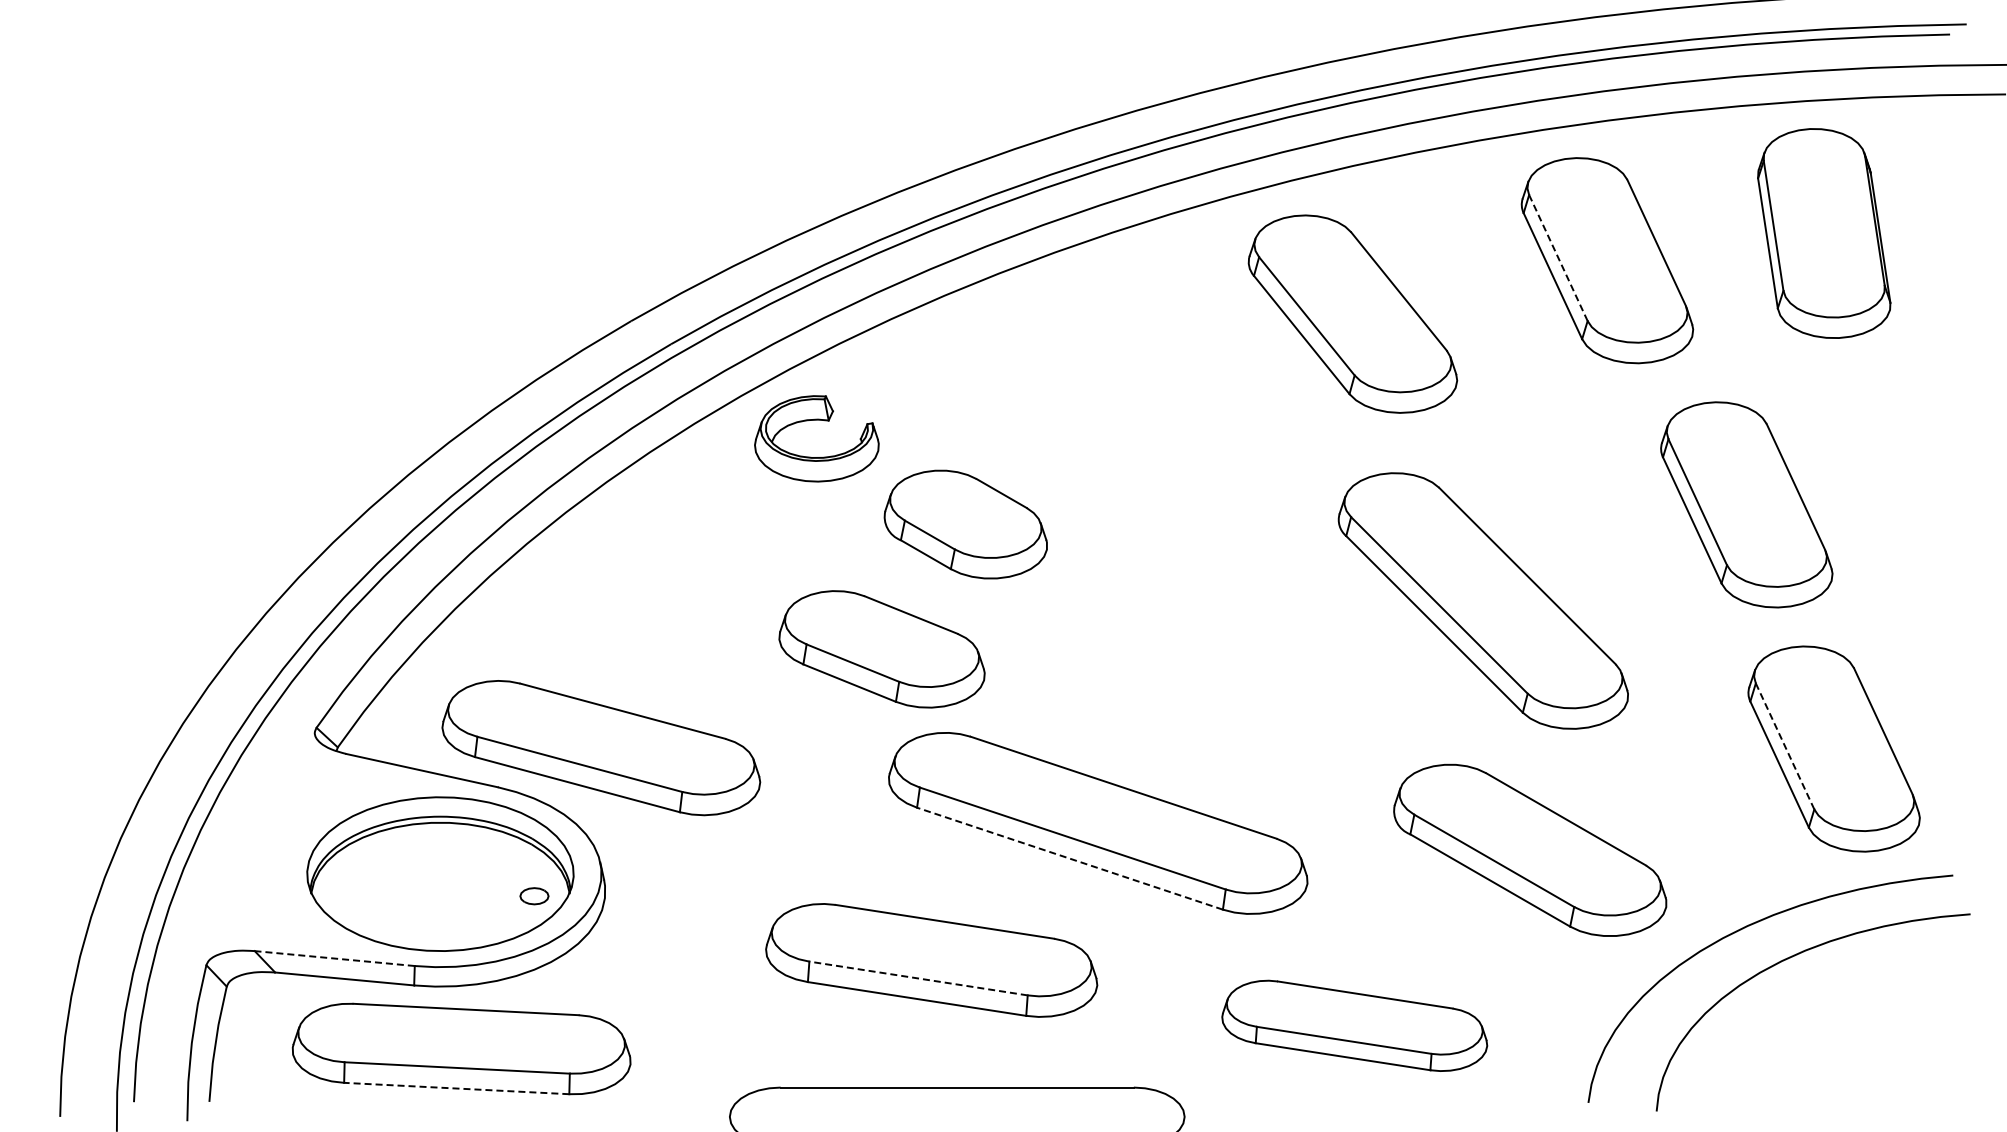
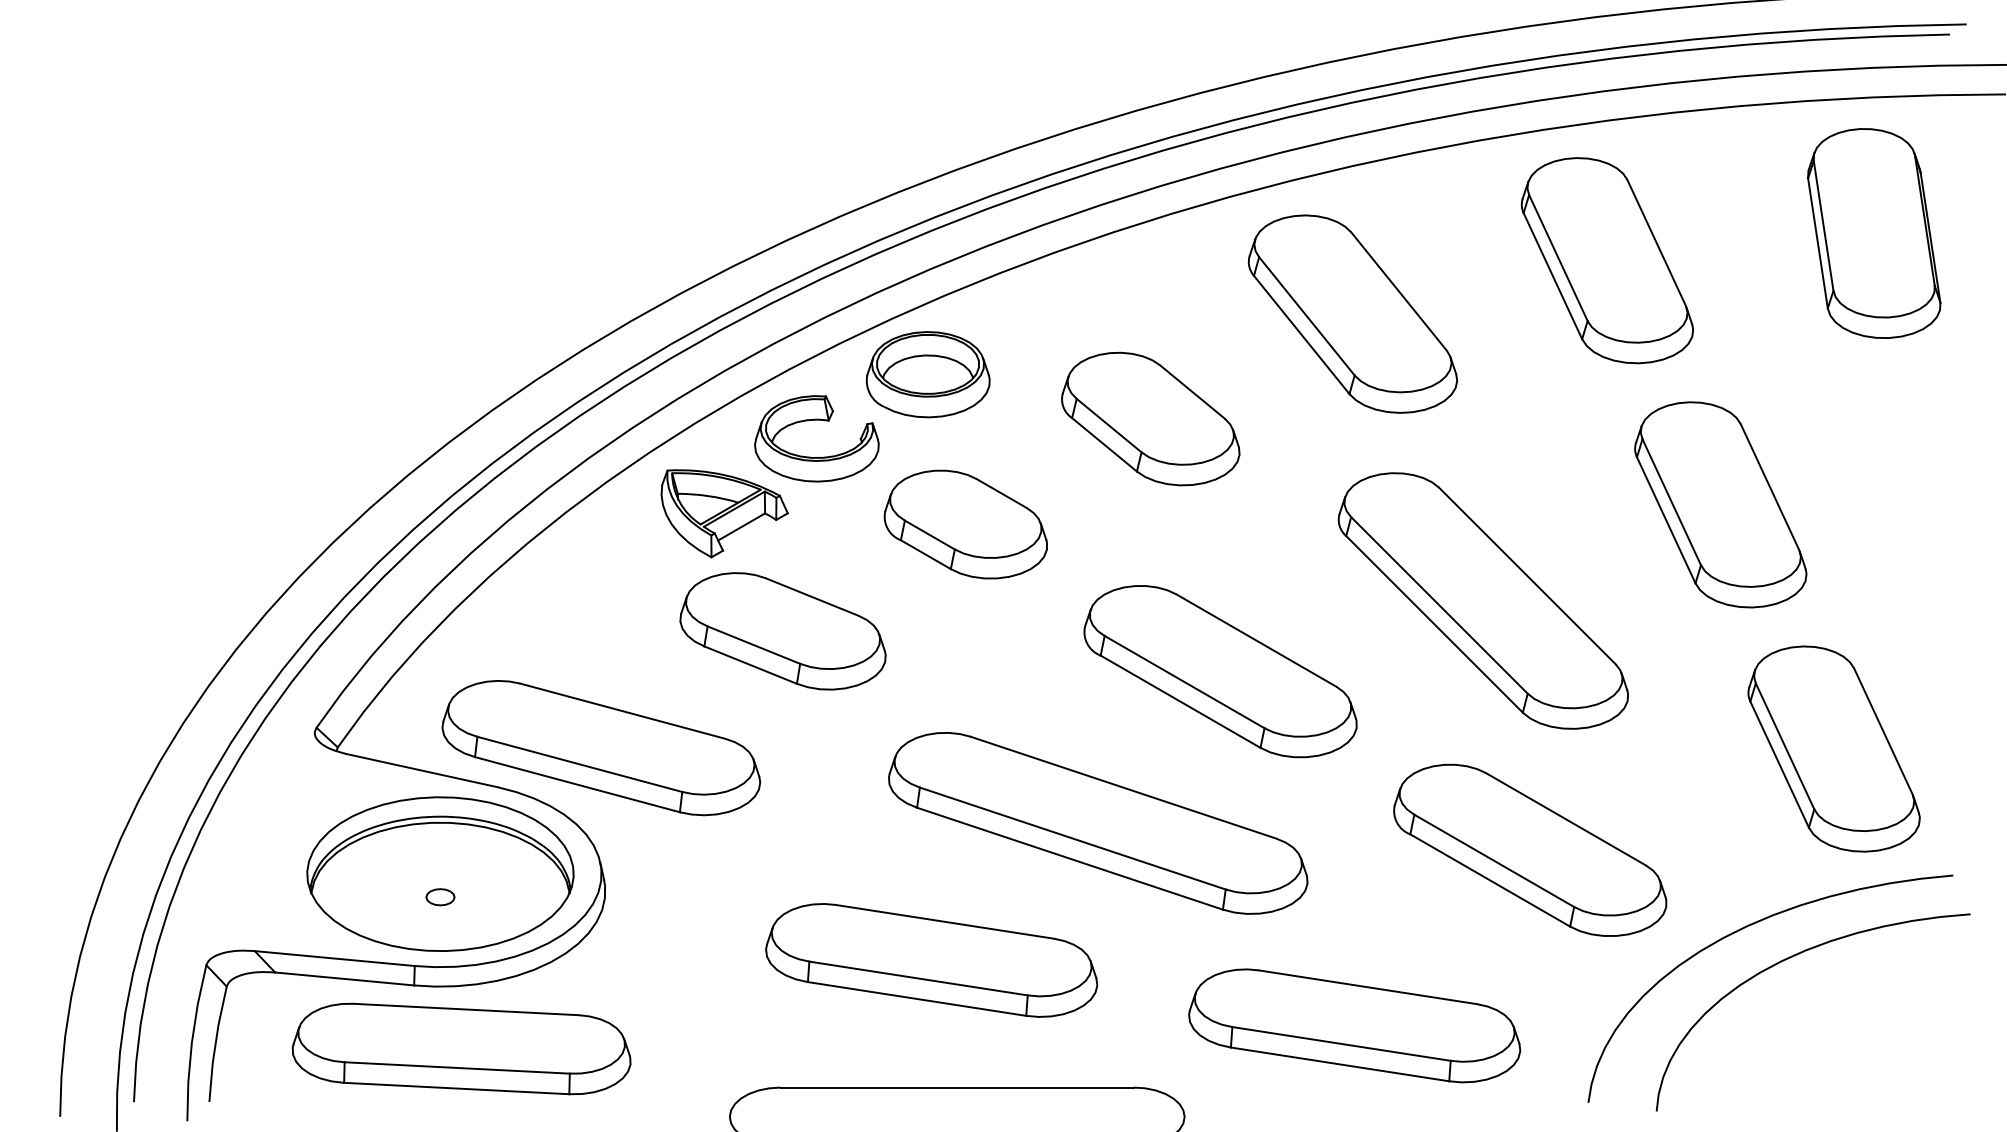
part at (1824, 233) position: (1824, 233) -> (1874, 233)
line at (1558, 257): dashed -> solid
part at (927, 374): none -> present
part at (1150, 418): none -> present
part at (1746, 504) position: (1746, 504) -> (1720, 504)
part at (724, 513): none -> present
part at (881, 649) position: (881, 649) -> (782, 631)
part at (1220, 671): none -> present
line at (1784, 745): dashed -> solid
line at (1069, 858): dashed -> solid
part at (534, 896) position: (534, 896) -> (440, 897)
line at (334, 958): dashed -> solid
line at (918, 978): dashed -> solid
part at (1354, 1025) size: 268x93 px -> 334x116 px
line at (456, 1088): dashed -> solid
